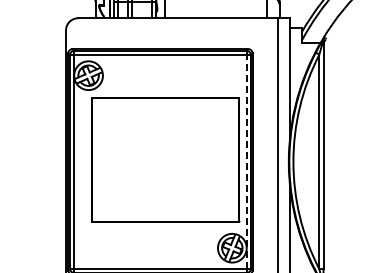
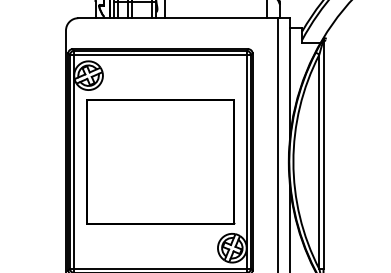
part at (165, 159) position: (165, 159) -> (160, 161)
line at (246, 161): dashed -> solid
